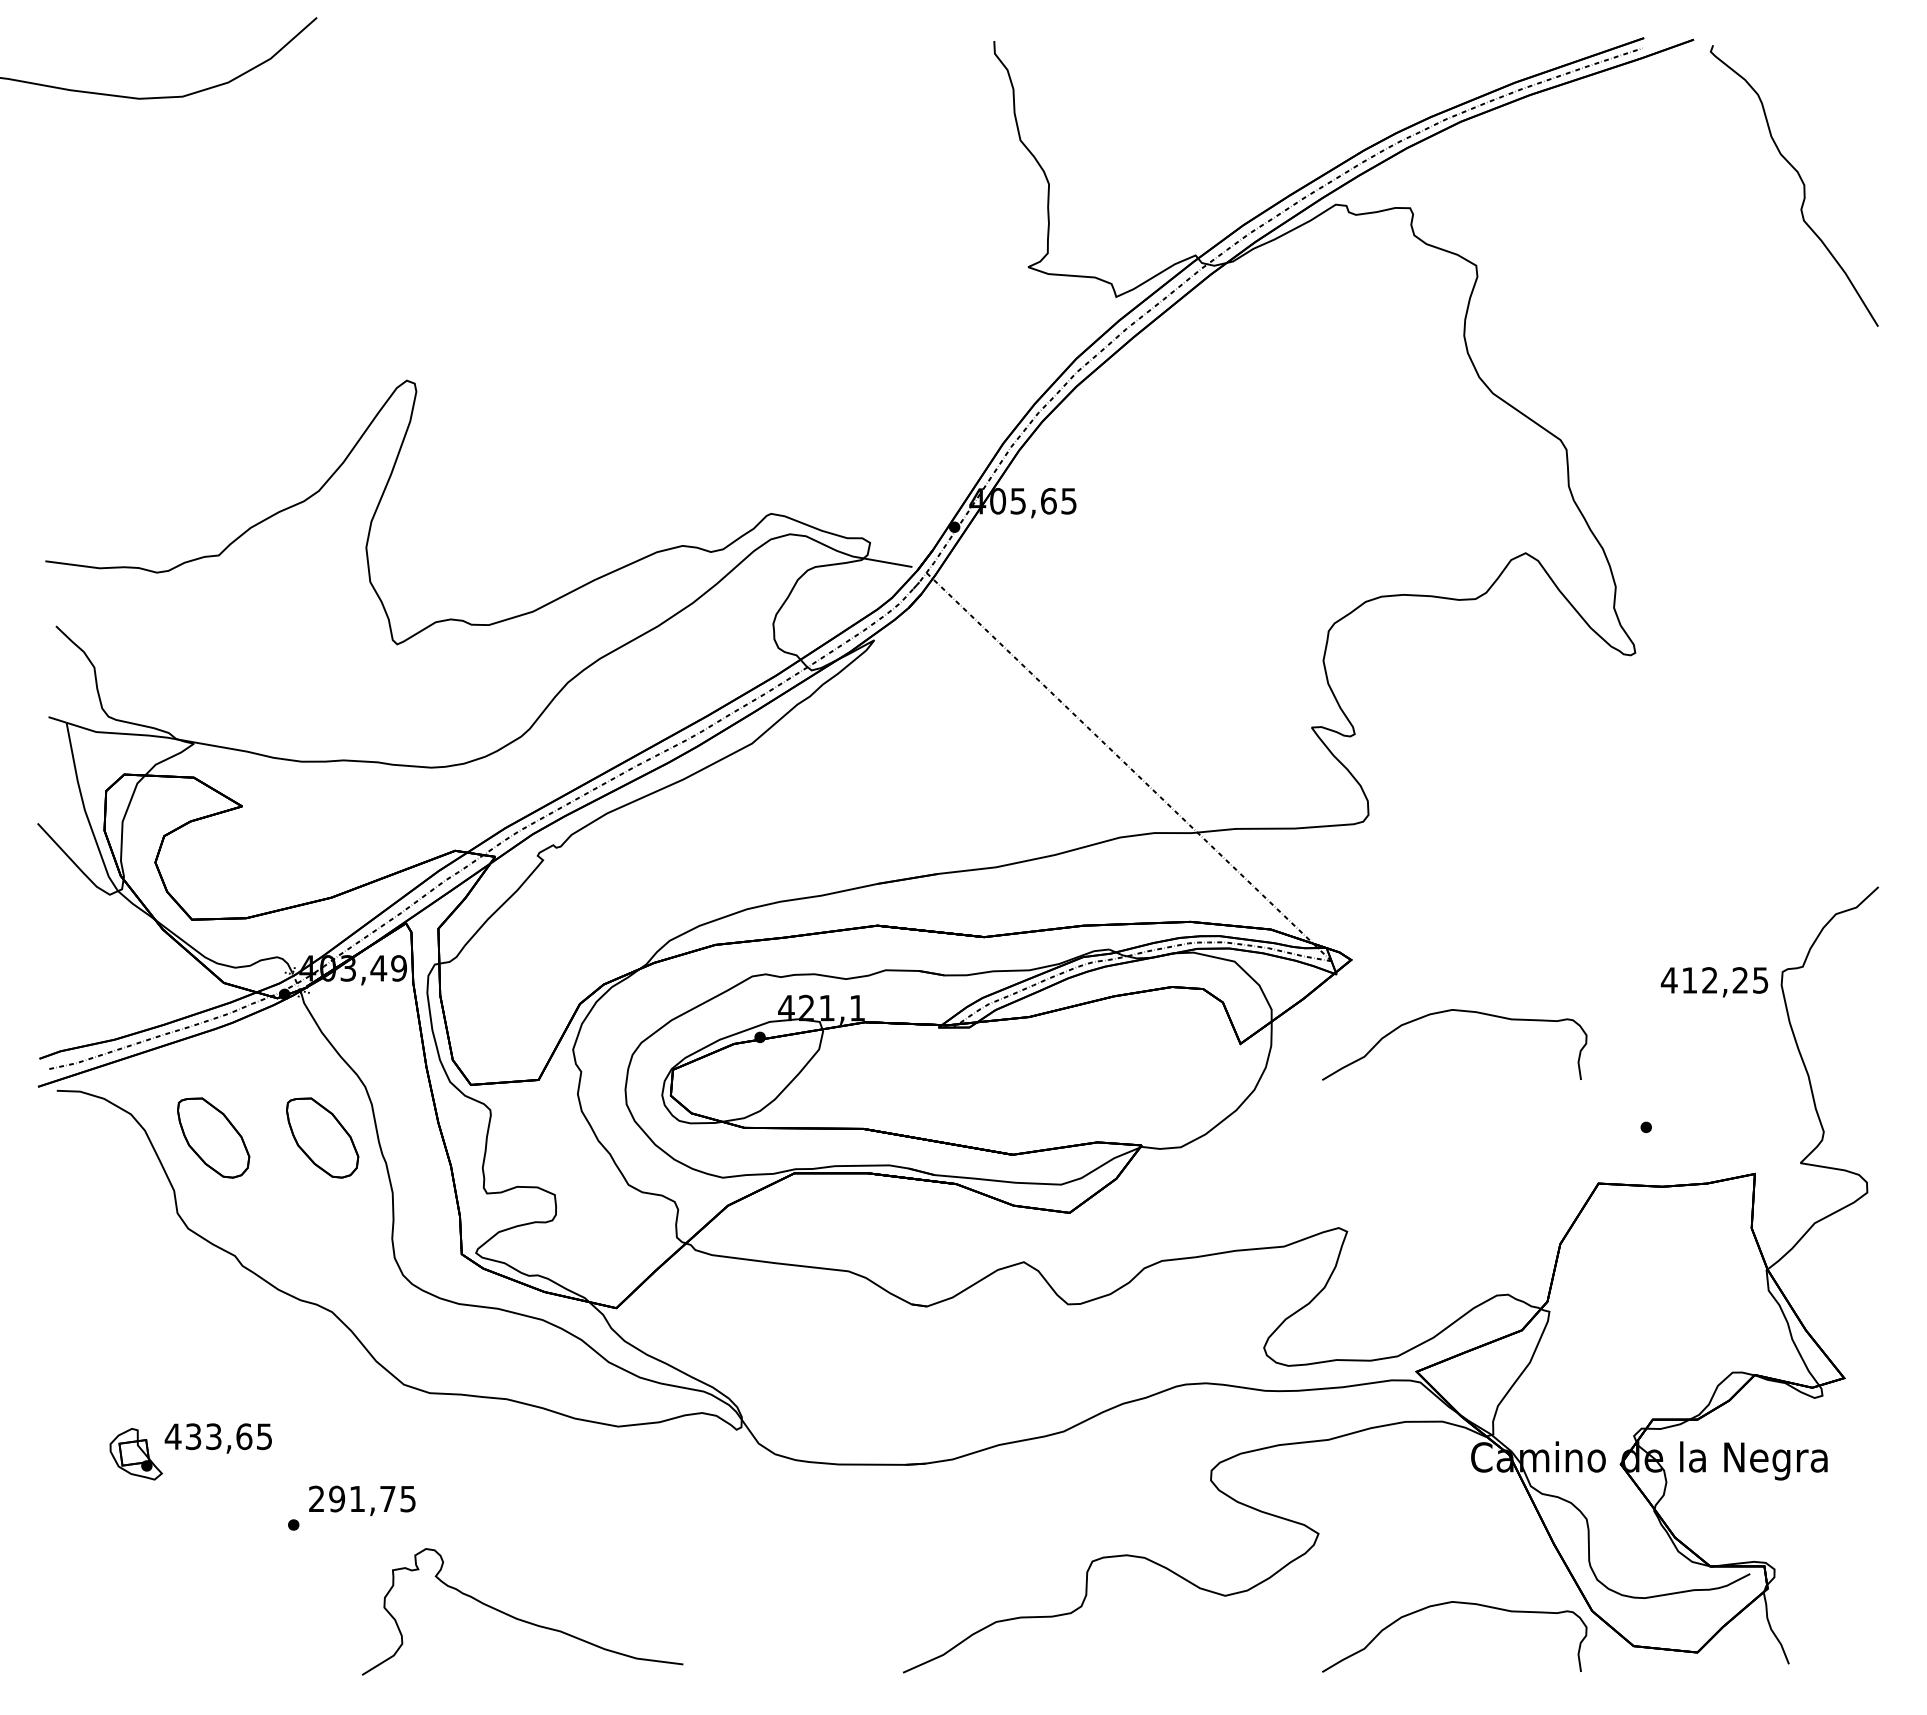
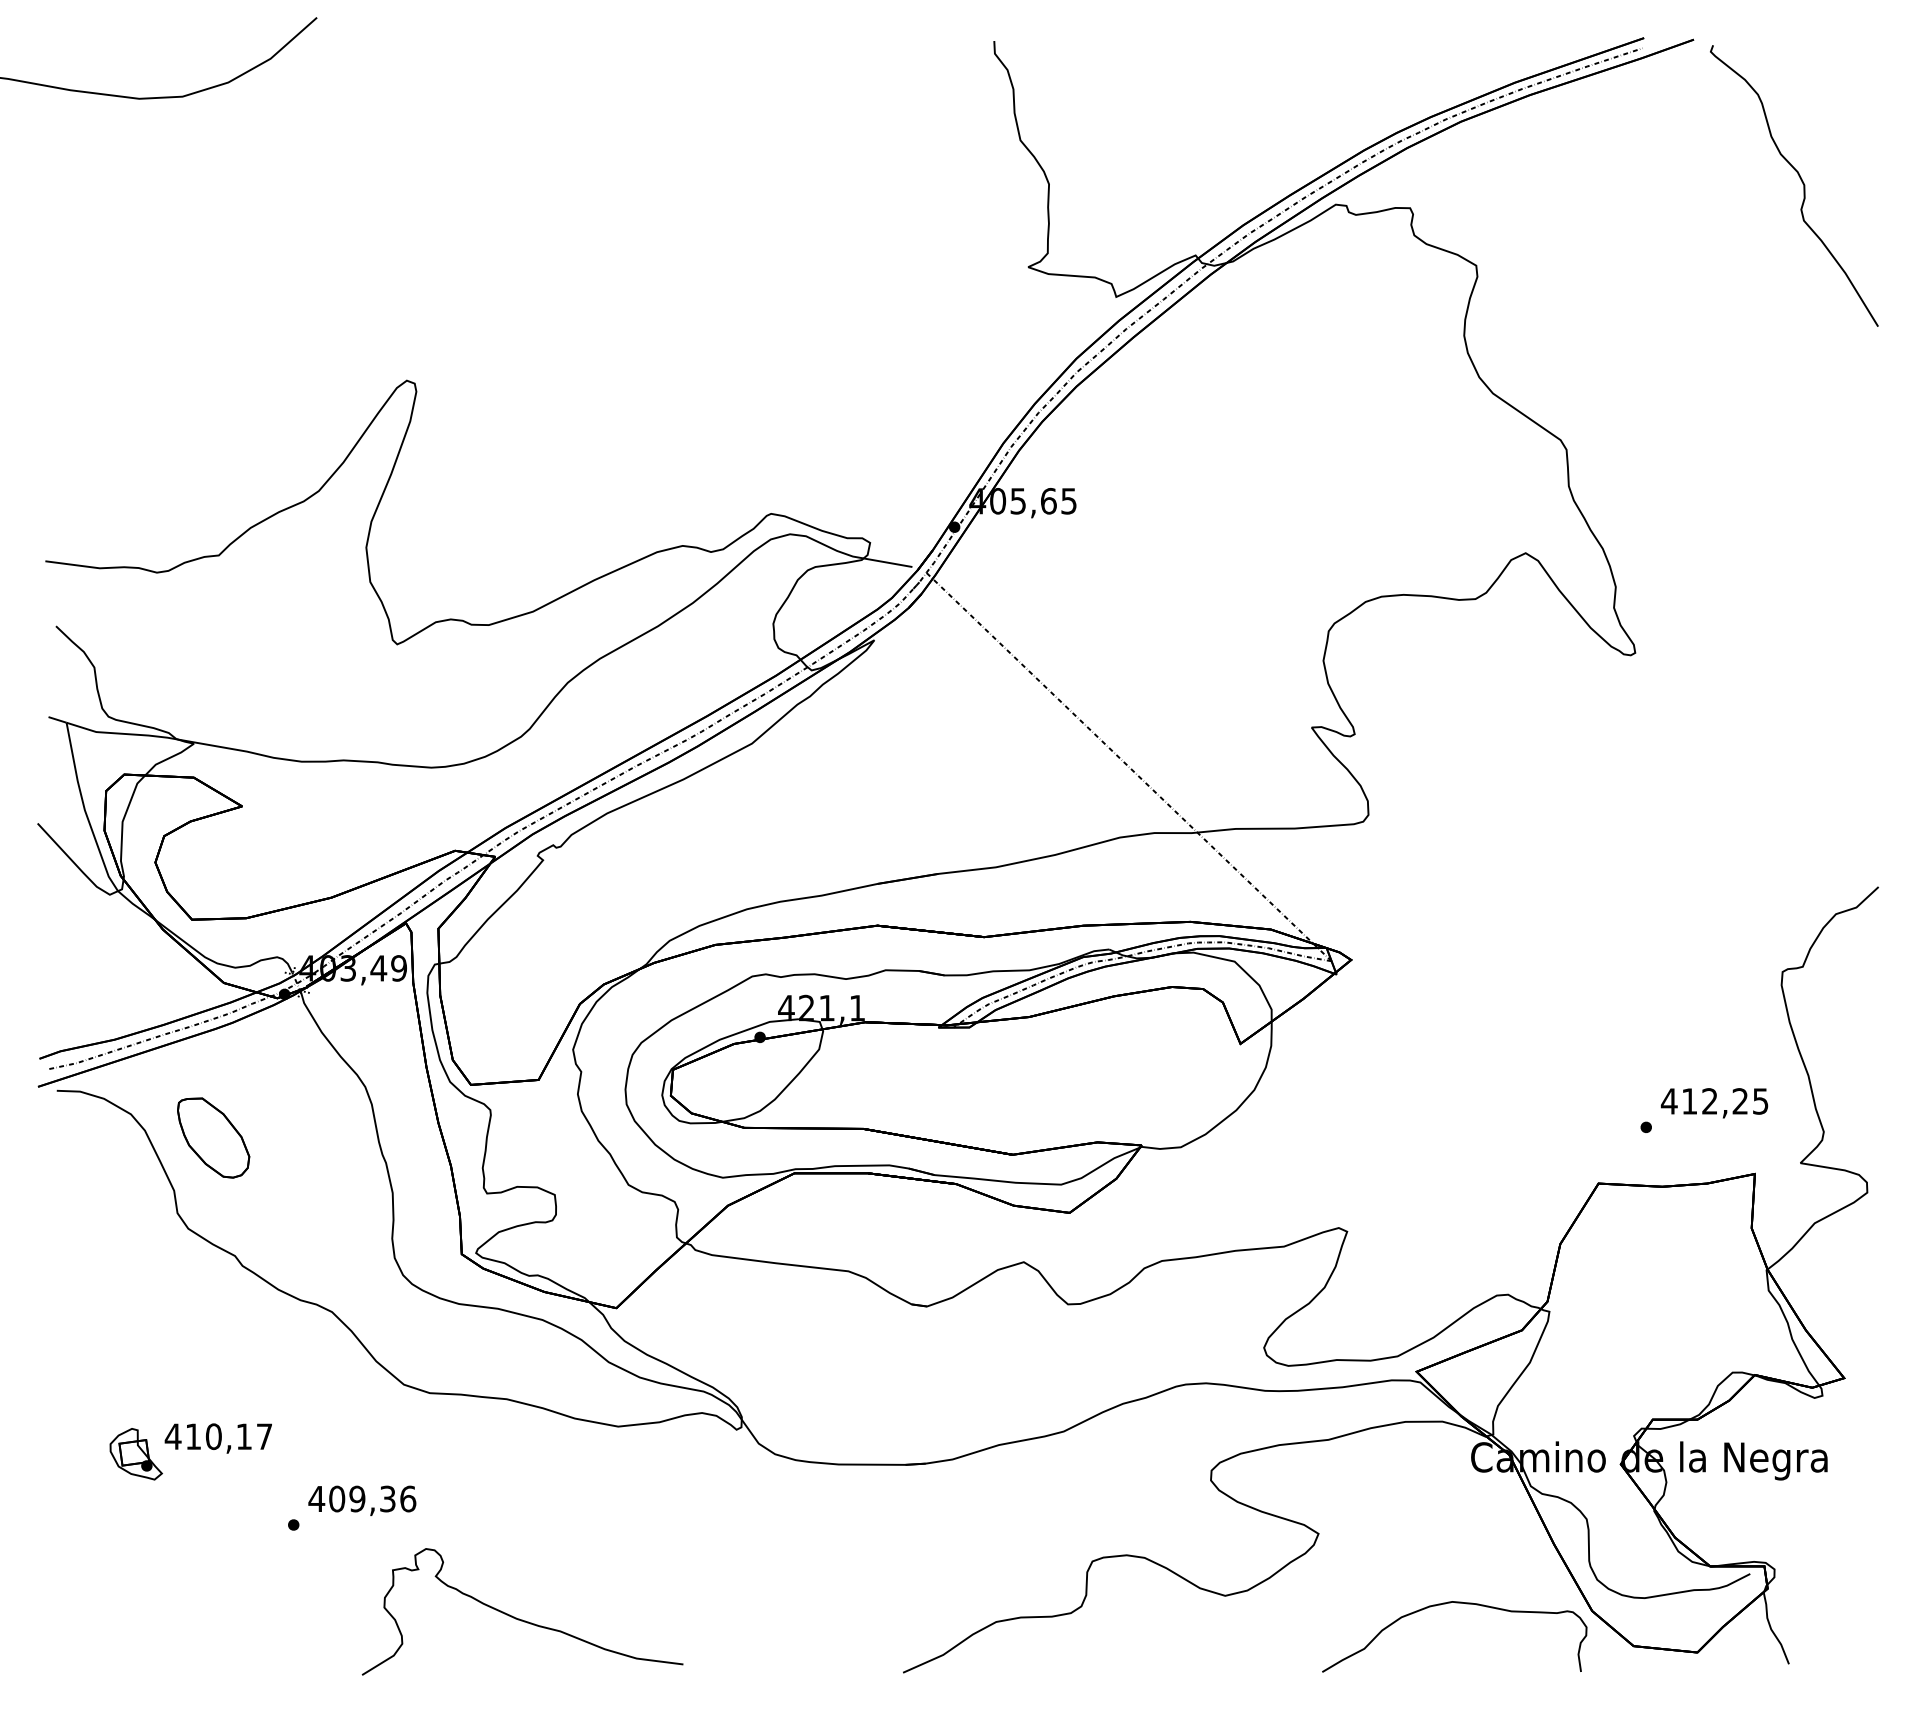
text at (1714, 982) position: (1714, 982) -> (1714, 1103)
curve at (1455, 1011): present -> none
part at (322, 1137): present -> none
text at (228, 1436): 433,65 -> 410,17
text at (362, 1498): 291,75 -> 409,36
